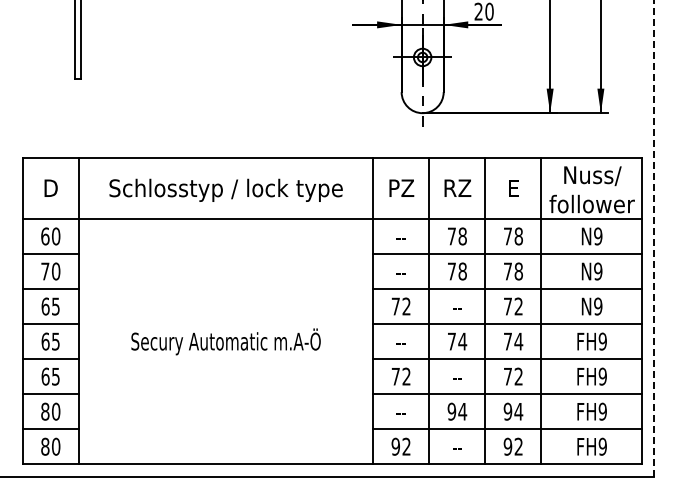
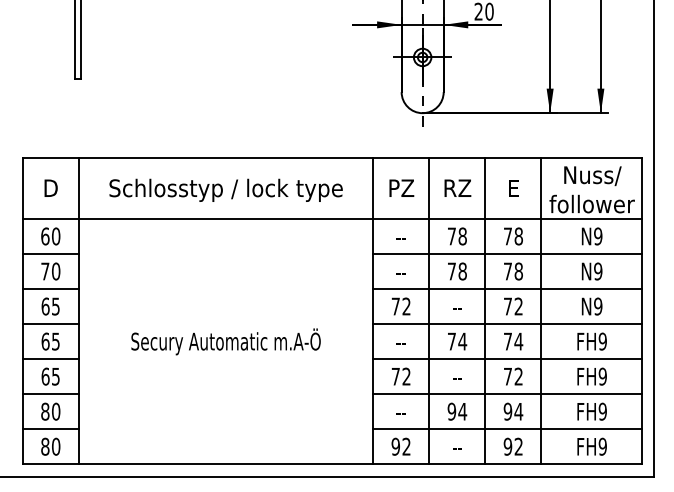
line at (653, 238): dashed -> solid
